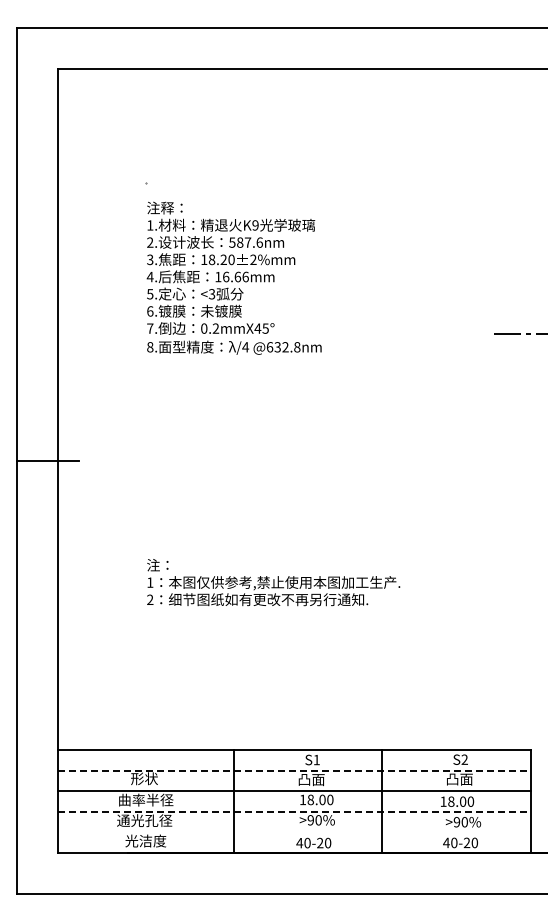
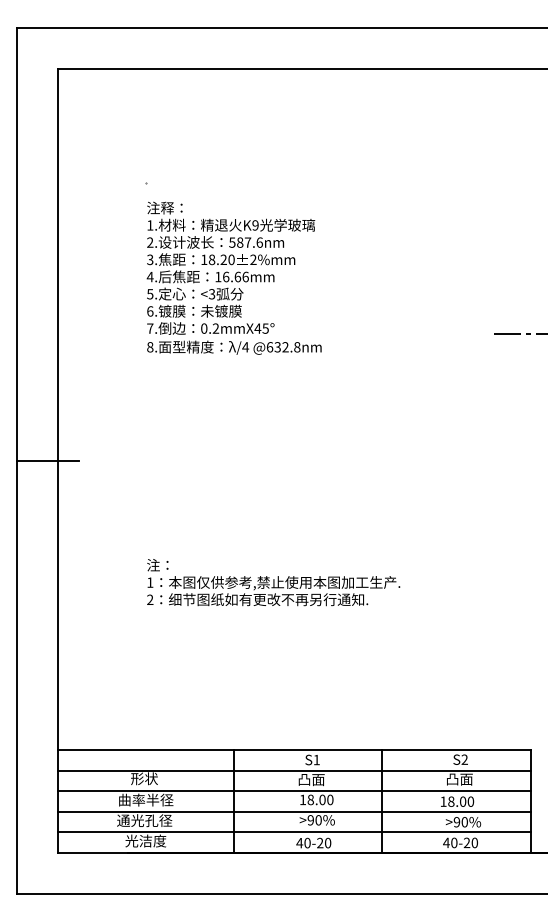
line at (294, 770): dashed -> solid
line at (294, 811): dashed -> solid
line at (294, 832): none -> present
